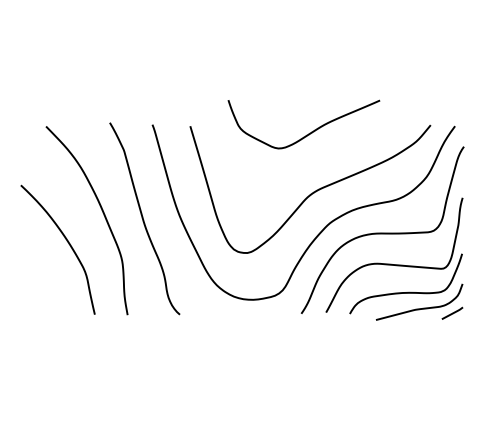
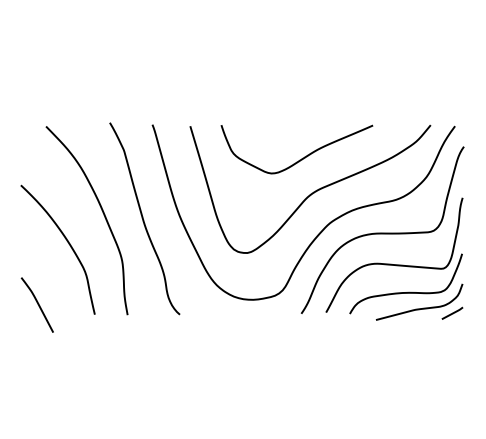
curve at (308, 133) position: (308, 133) -> (301, 158)
curve at (37, 304): none -> present
